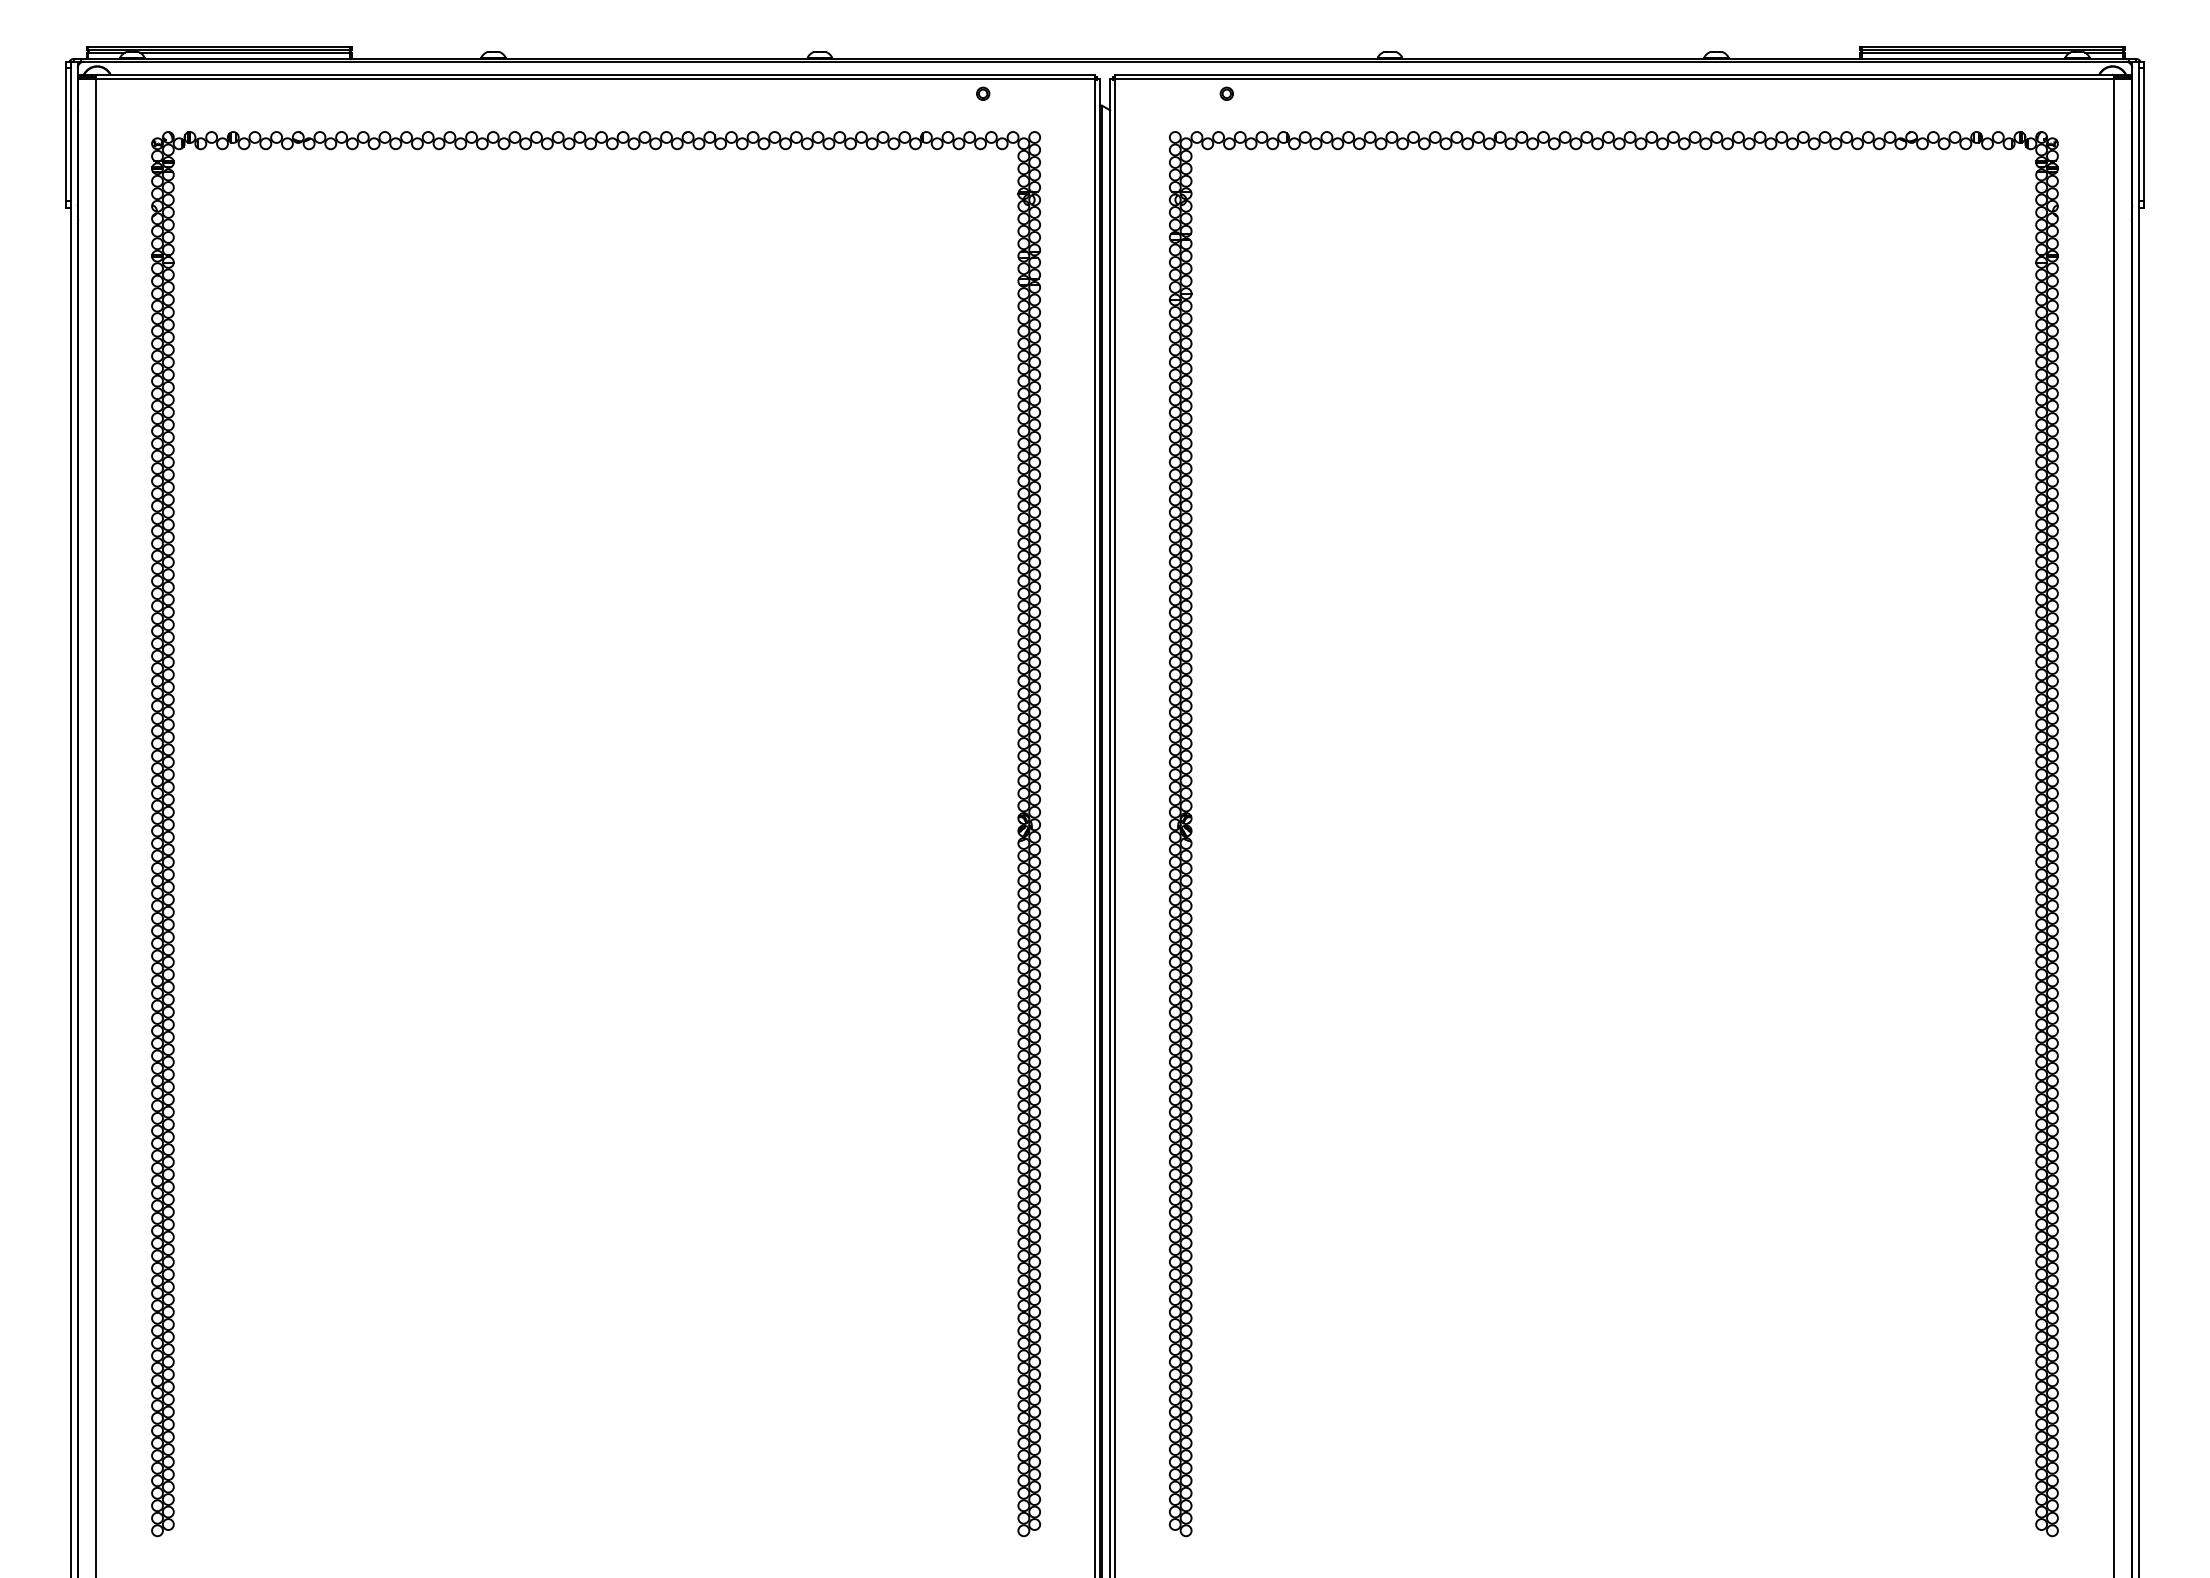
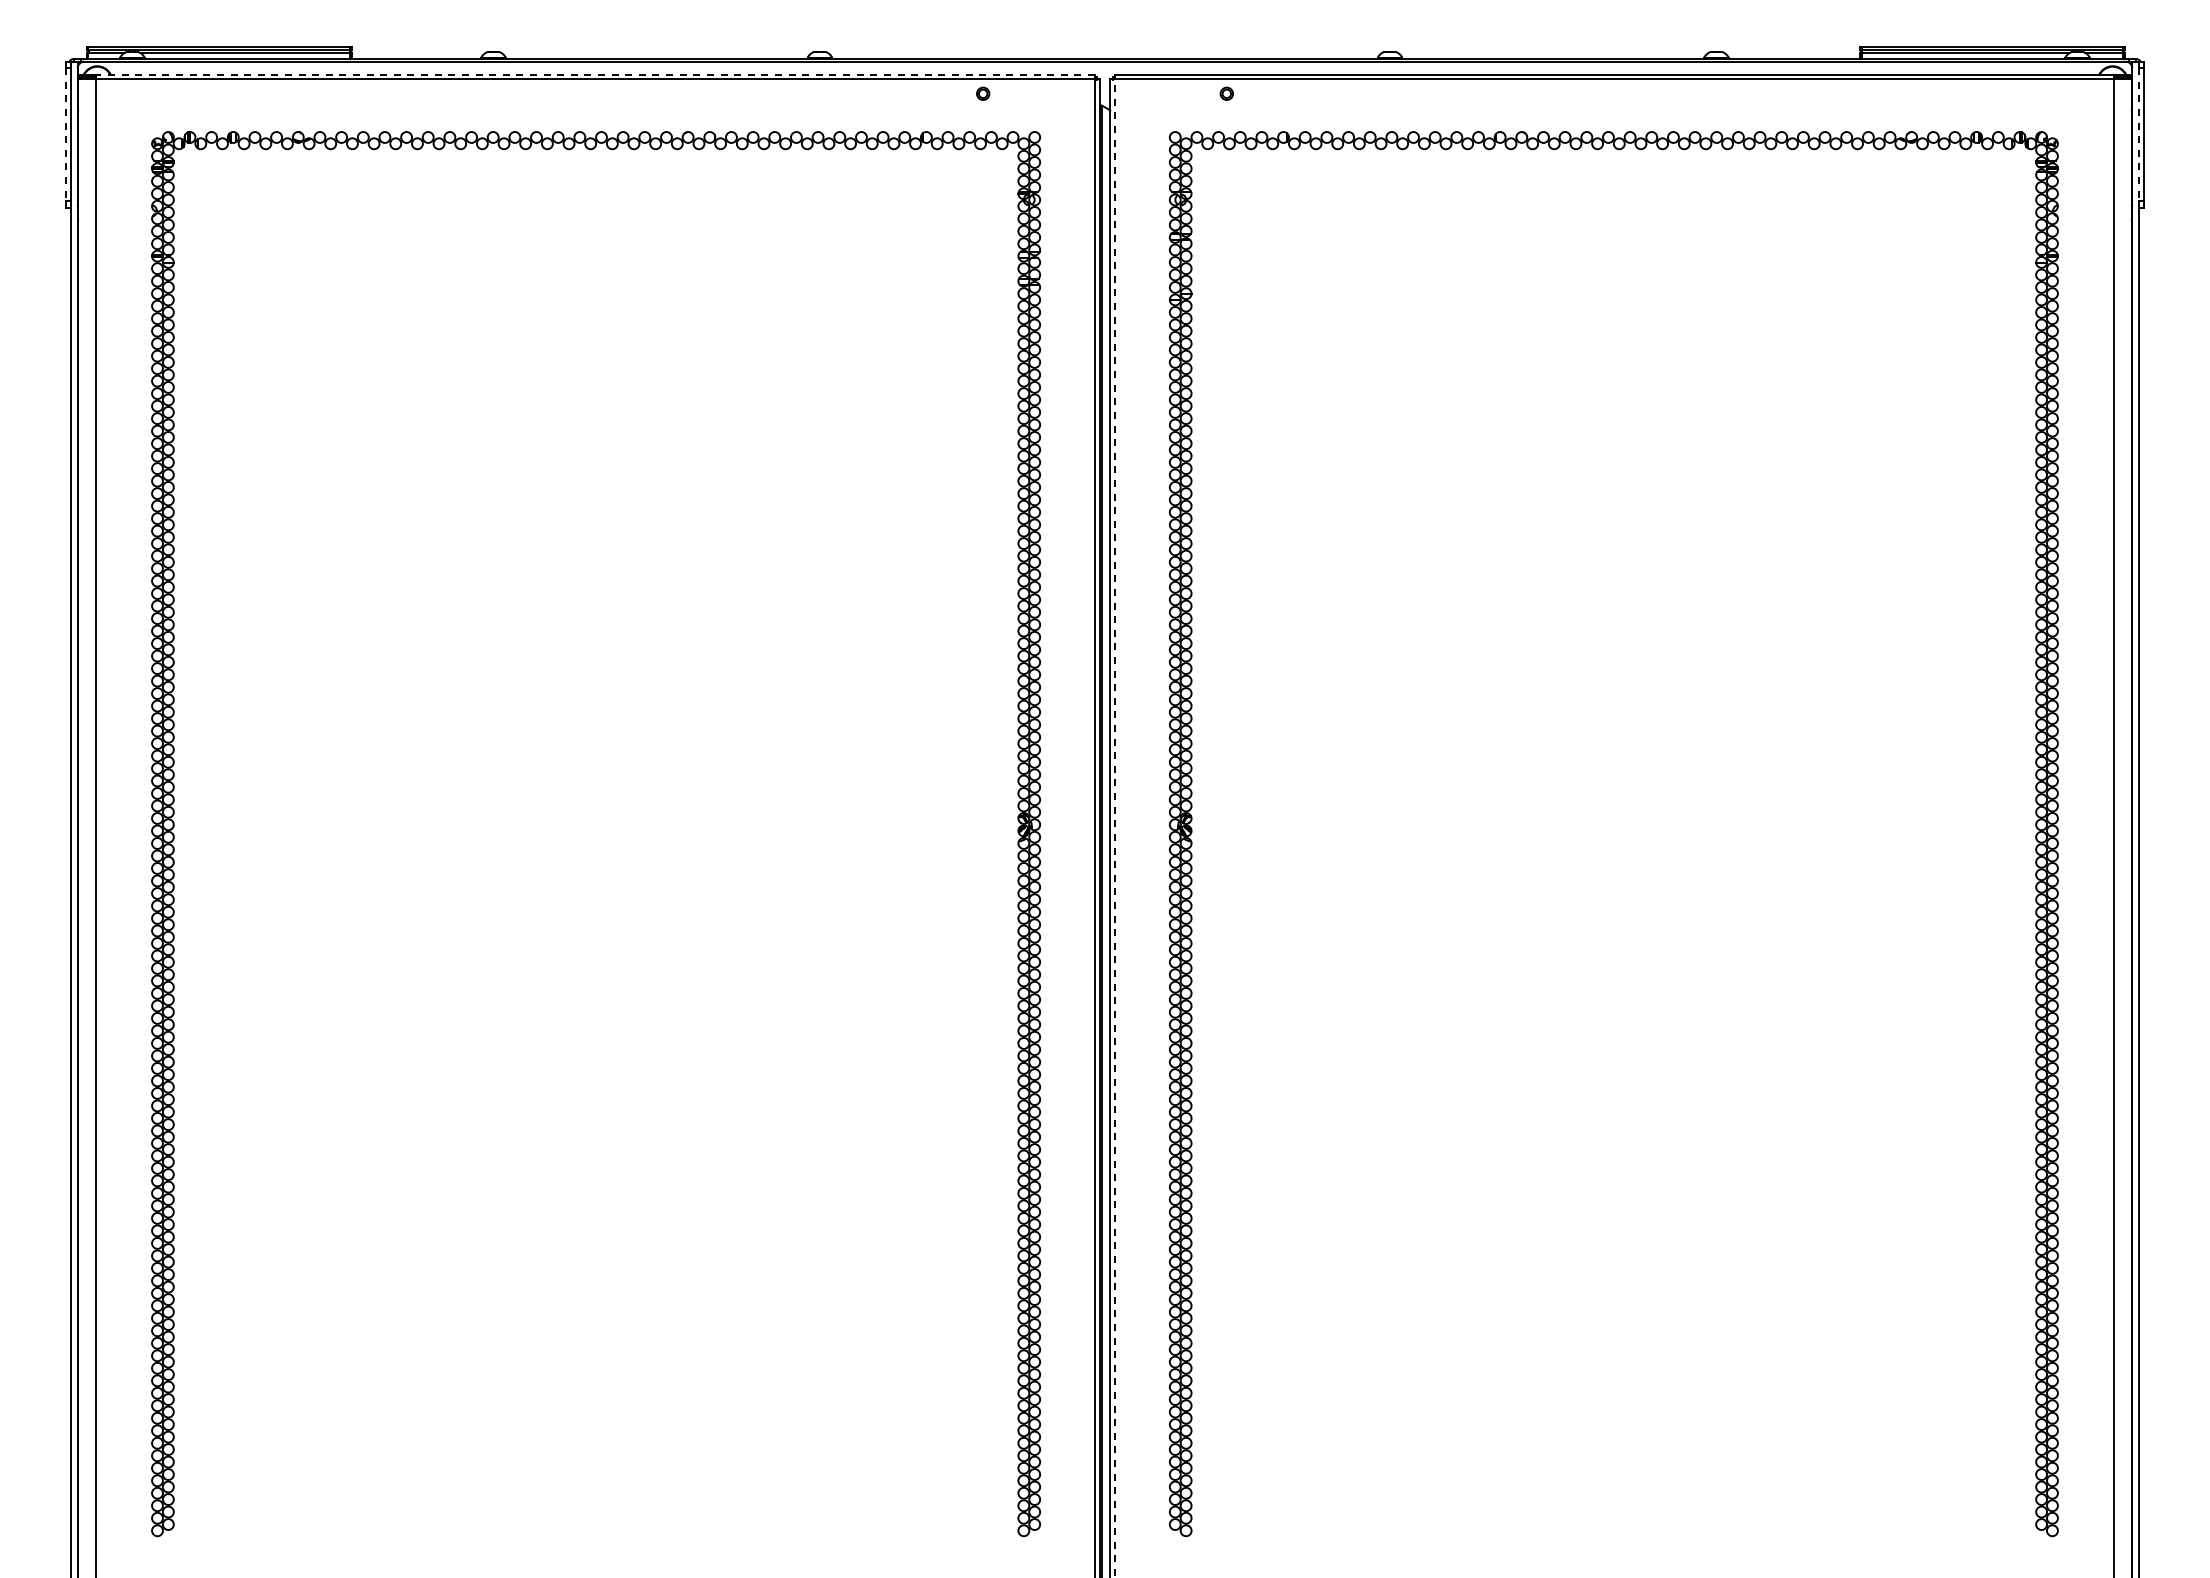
line at (595, 74): solid -> dashed
line at (66, 135): solid -> dashed
line at (2138, 135): solid -> dashed
line at (1114, 828): solid -> dashed
